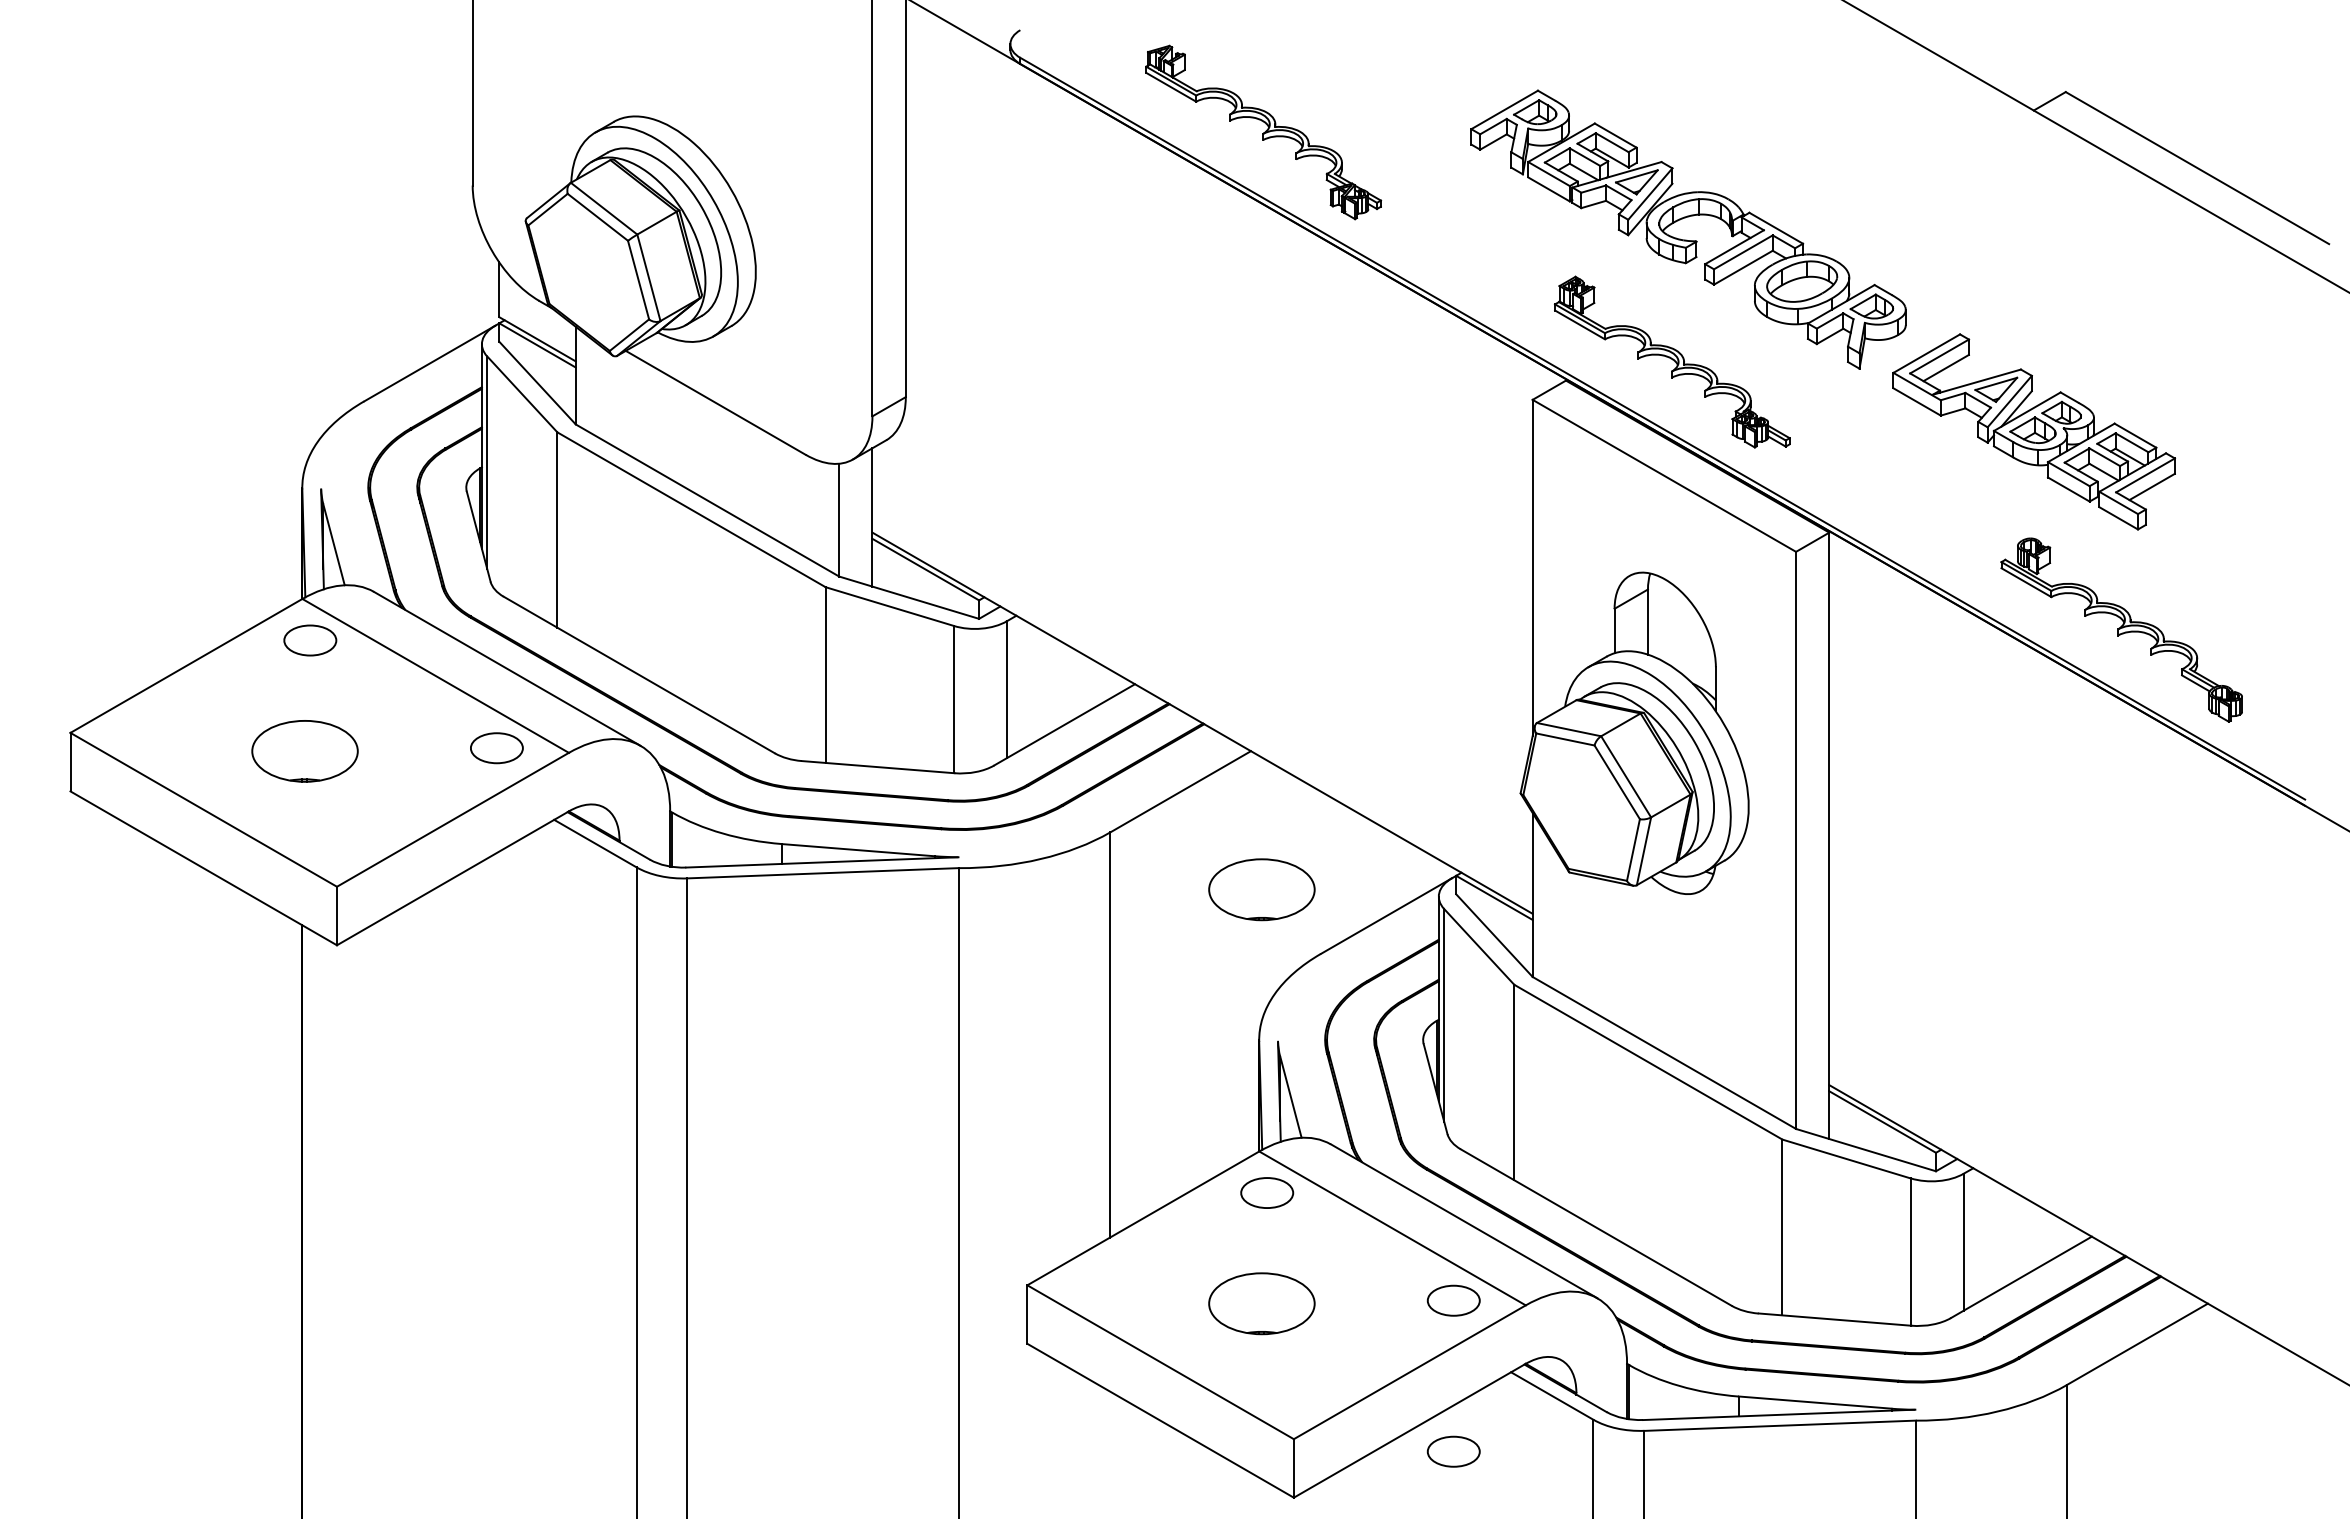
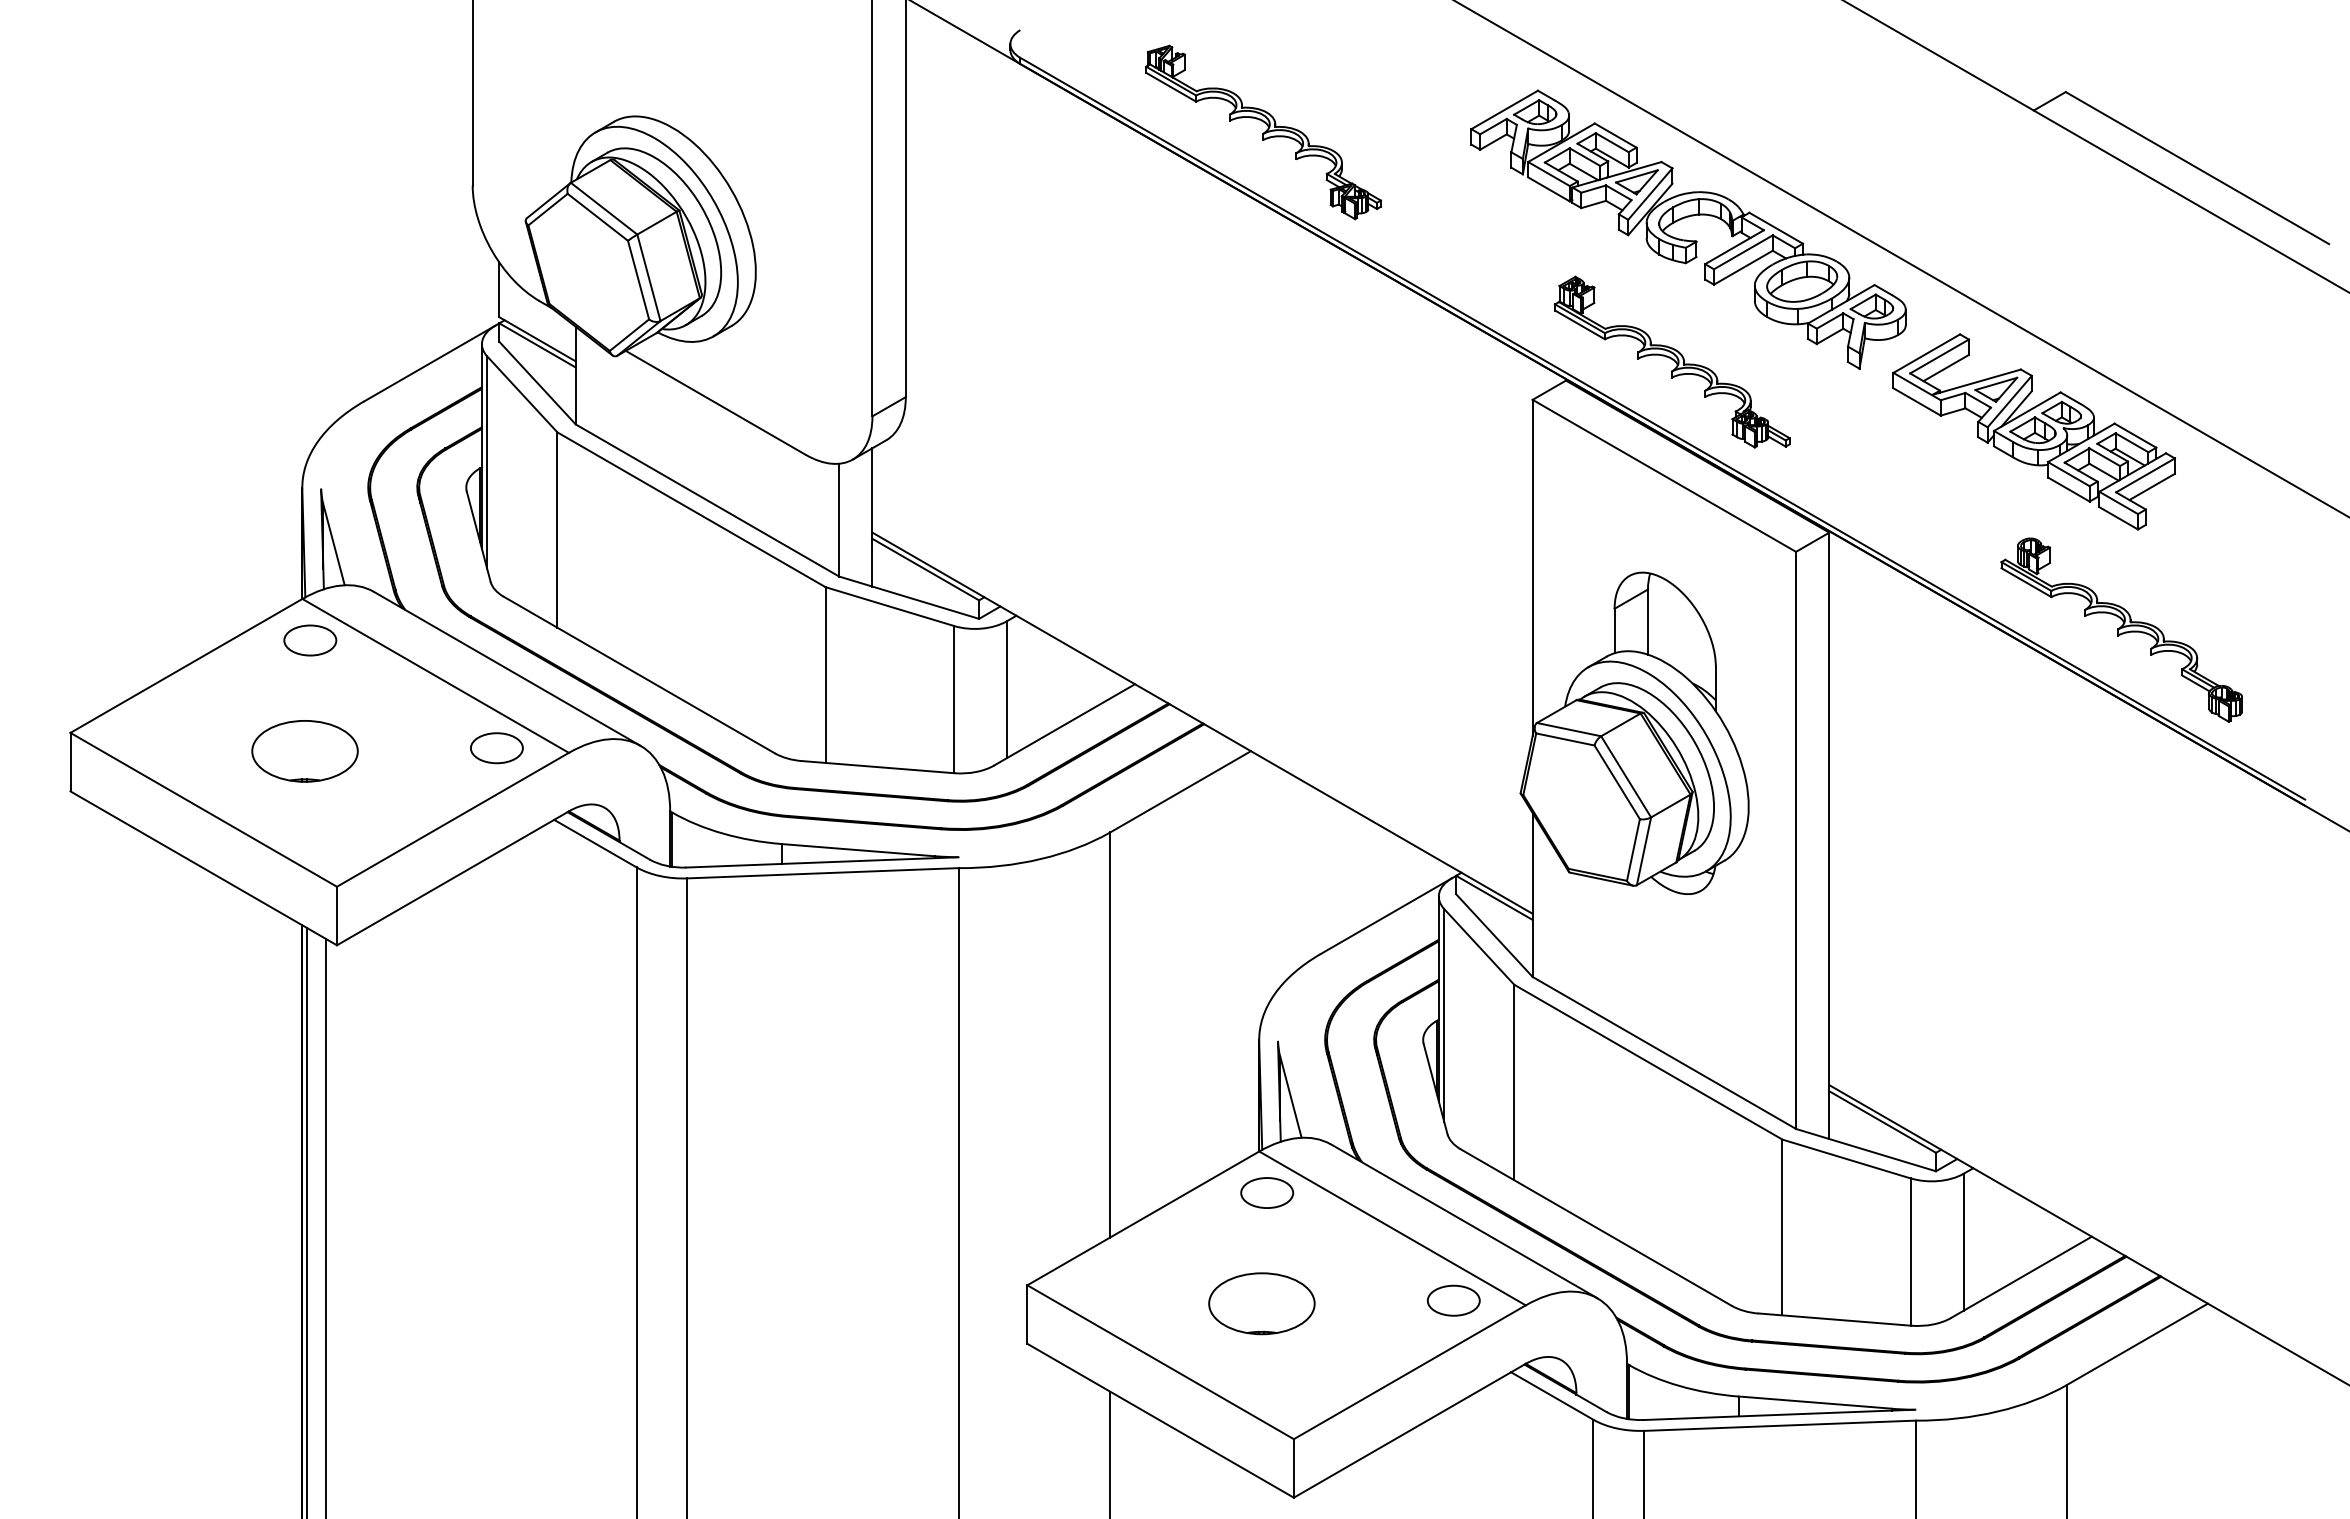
line at (1901, 258): none -> present
part at (1261, 889): present -> none
line at (307, 1221): none -> present
line at (326, 1227): none -> present
part at (1453, 1451): present -> none
line at (1110, 1453): none -> present
